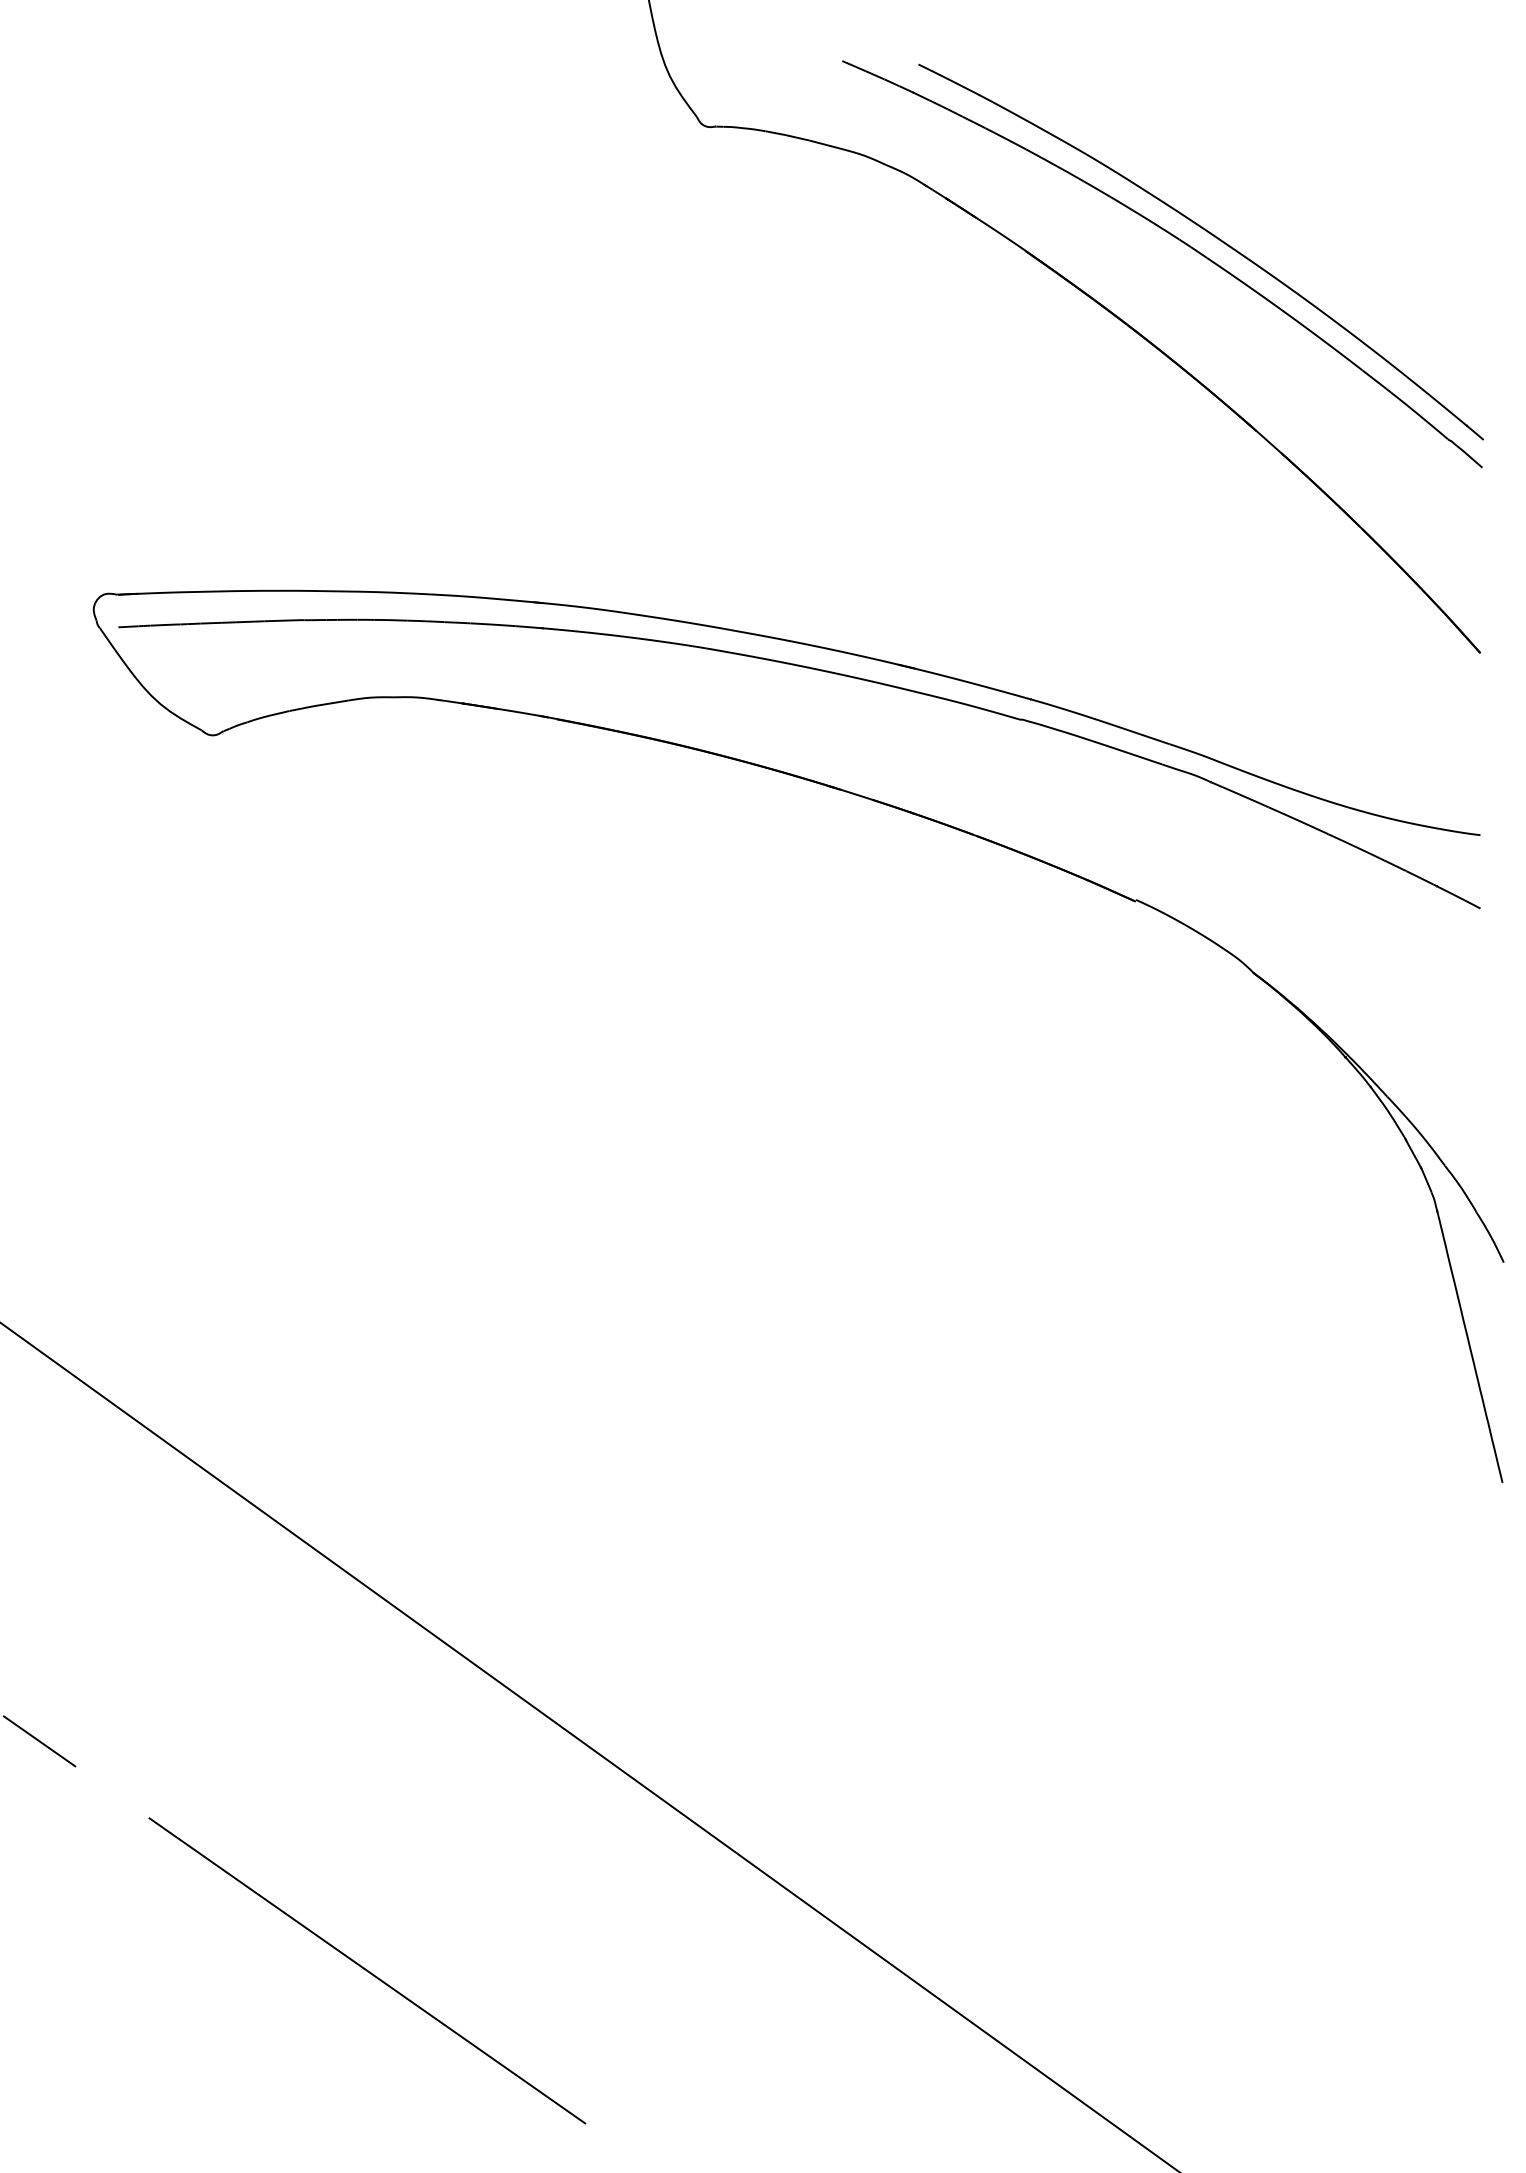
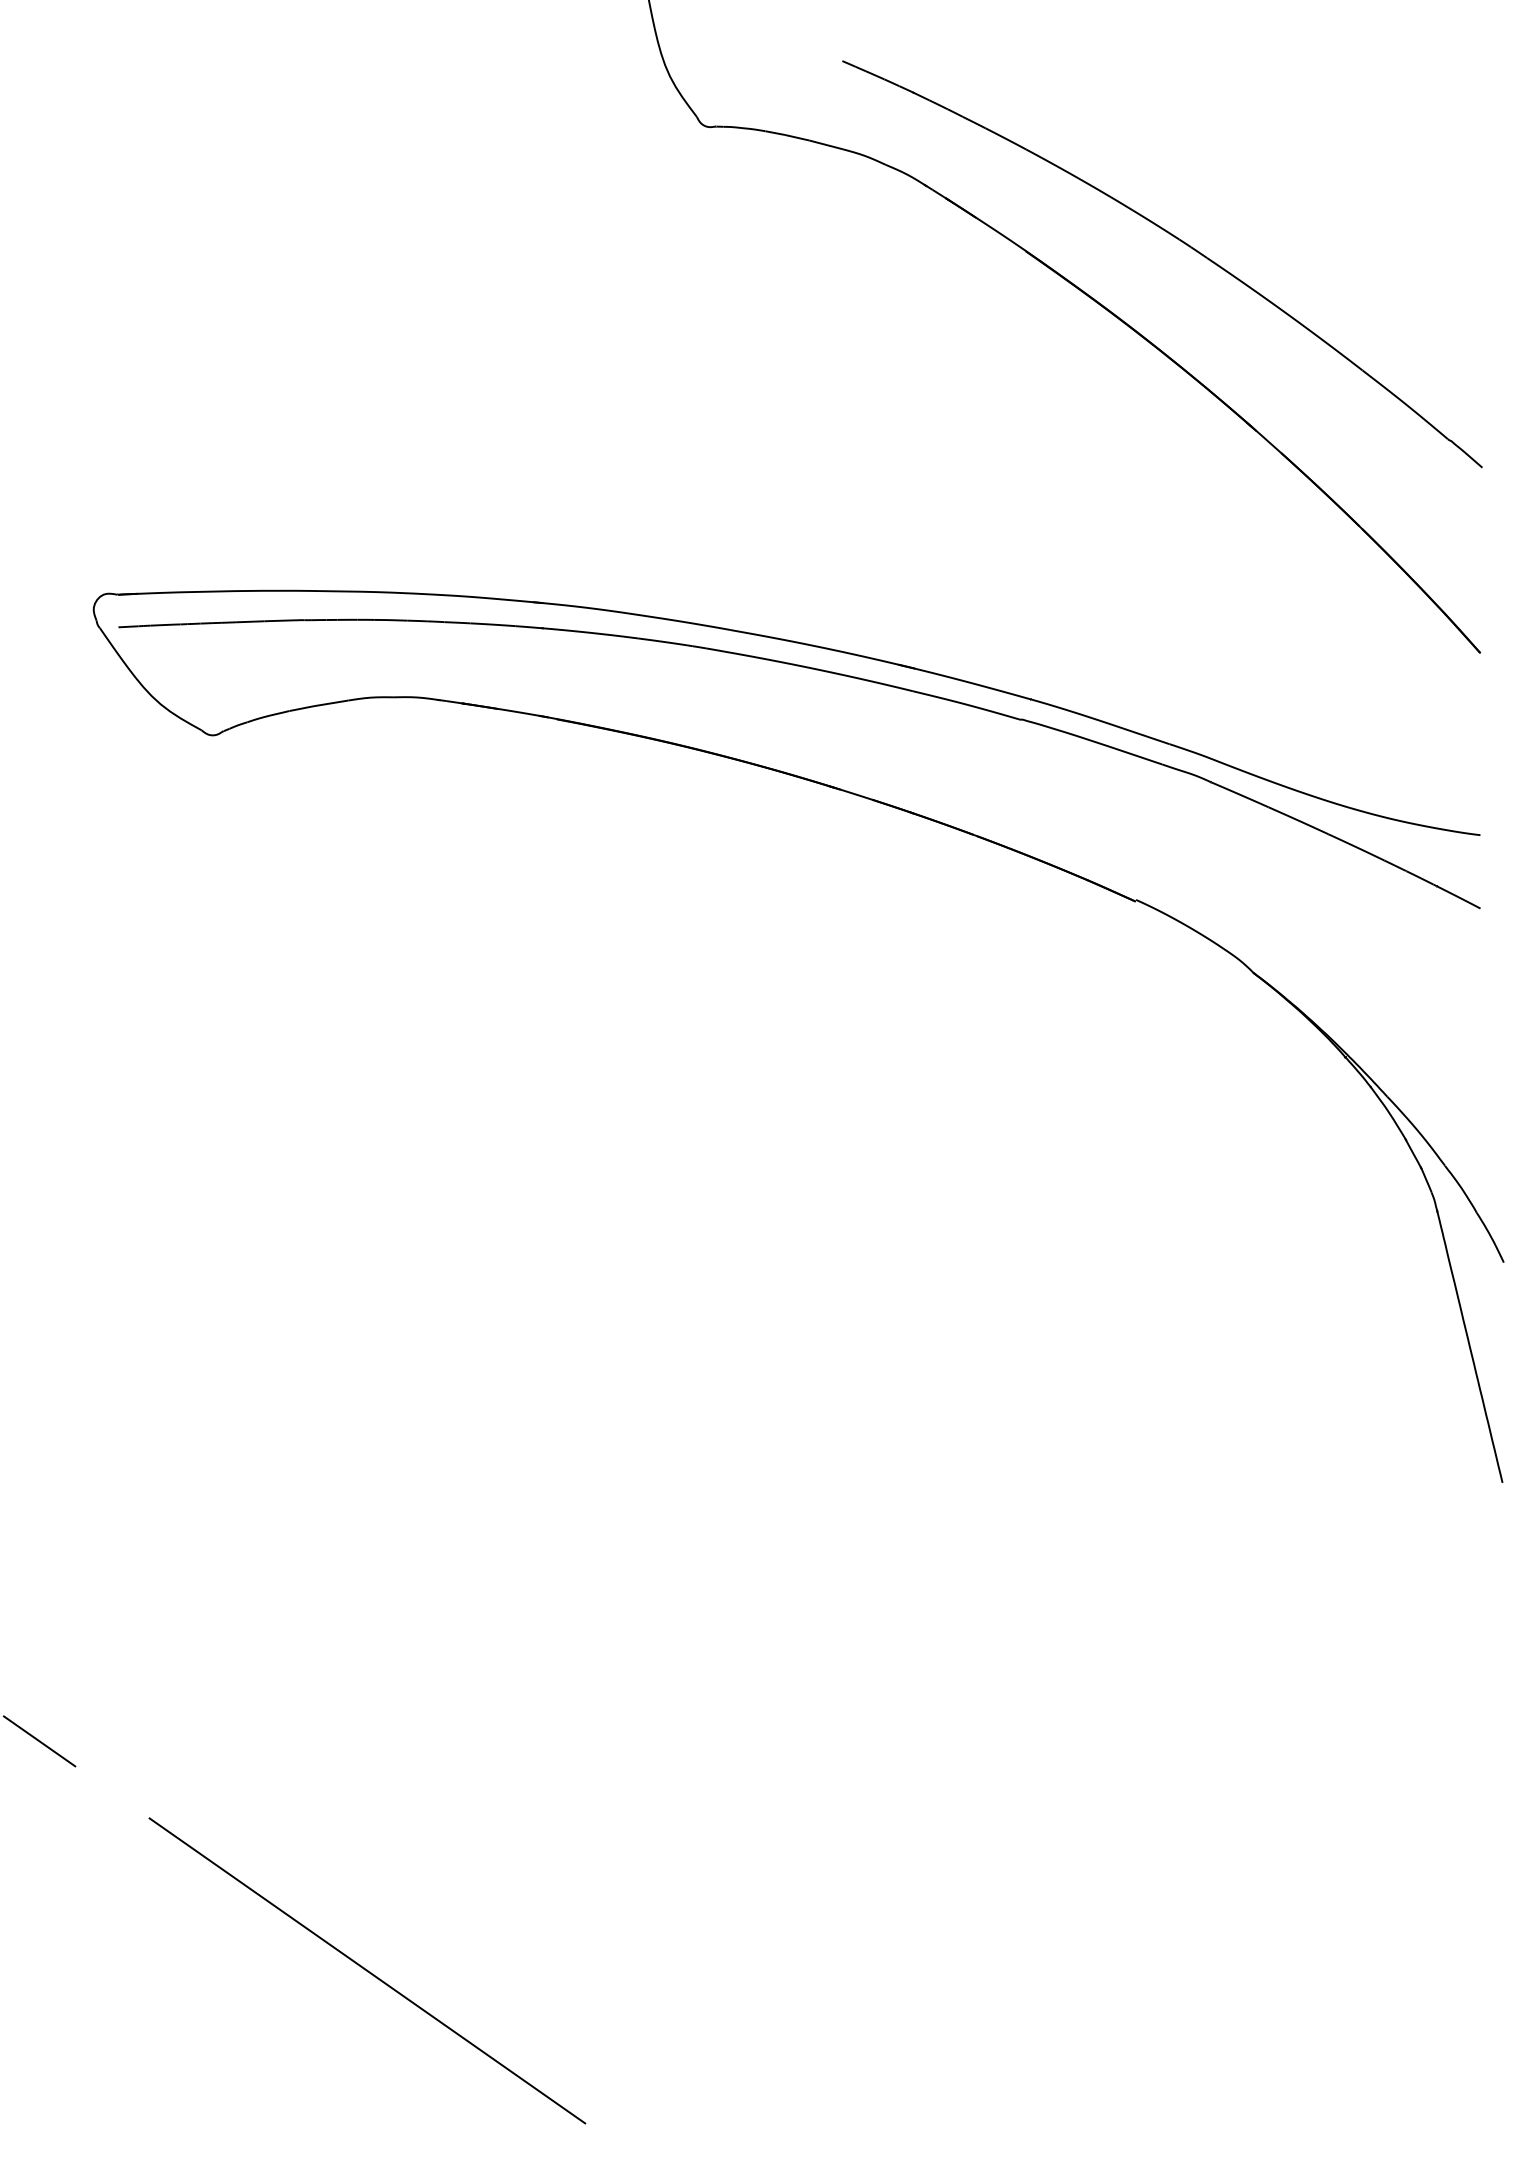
part at (1211, 235): present -> none
line at (588, 1746): present -> none
